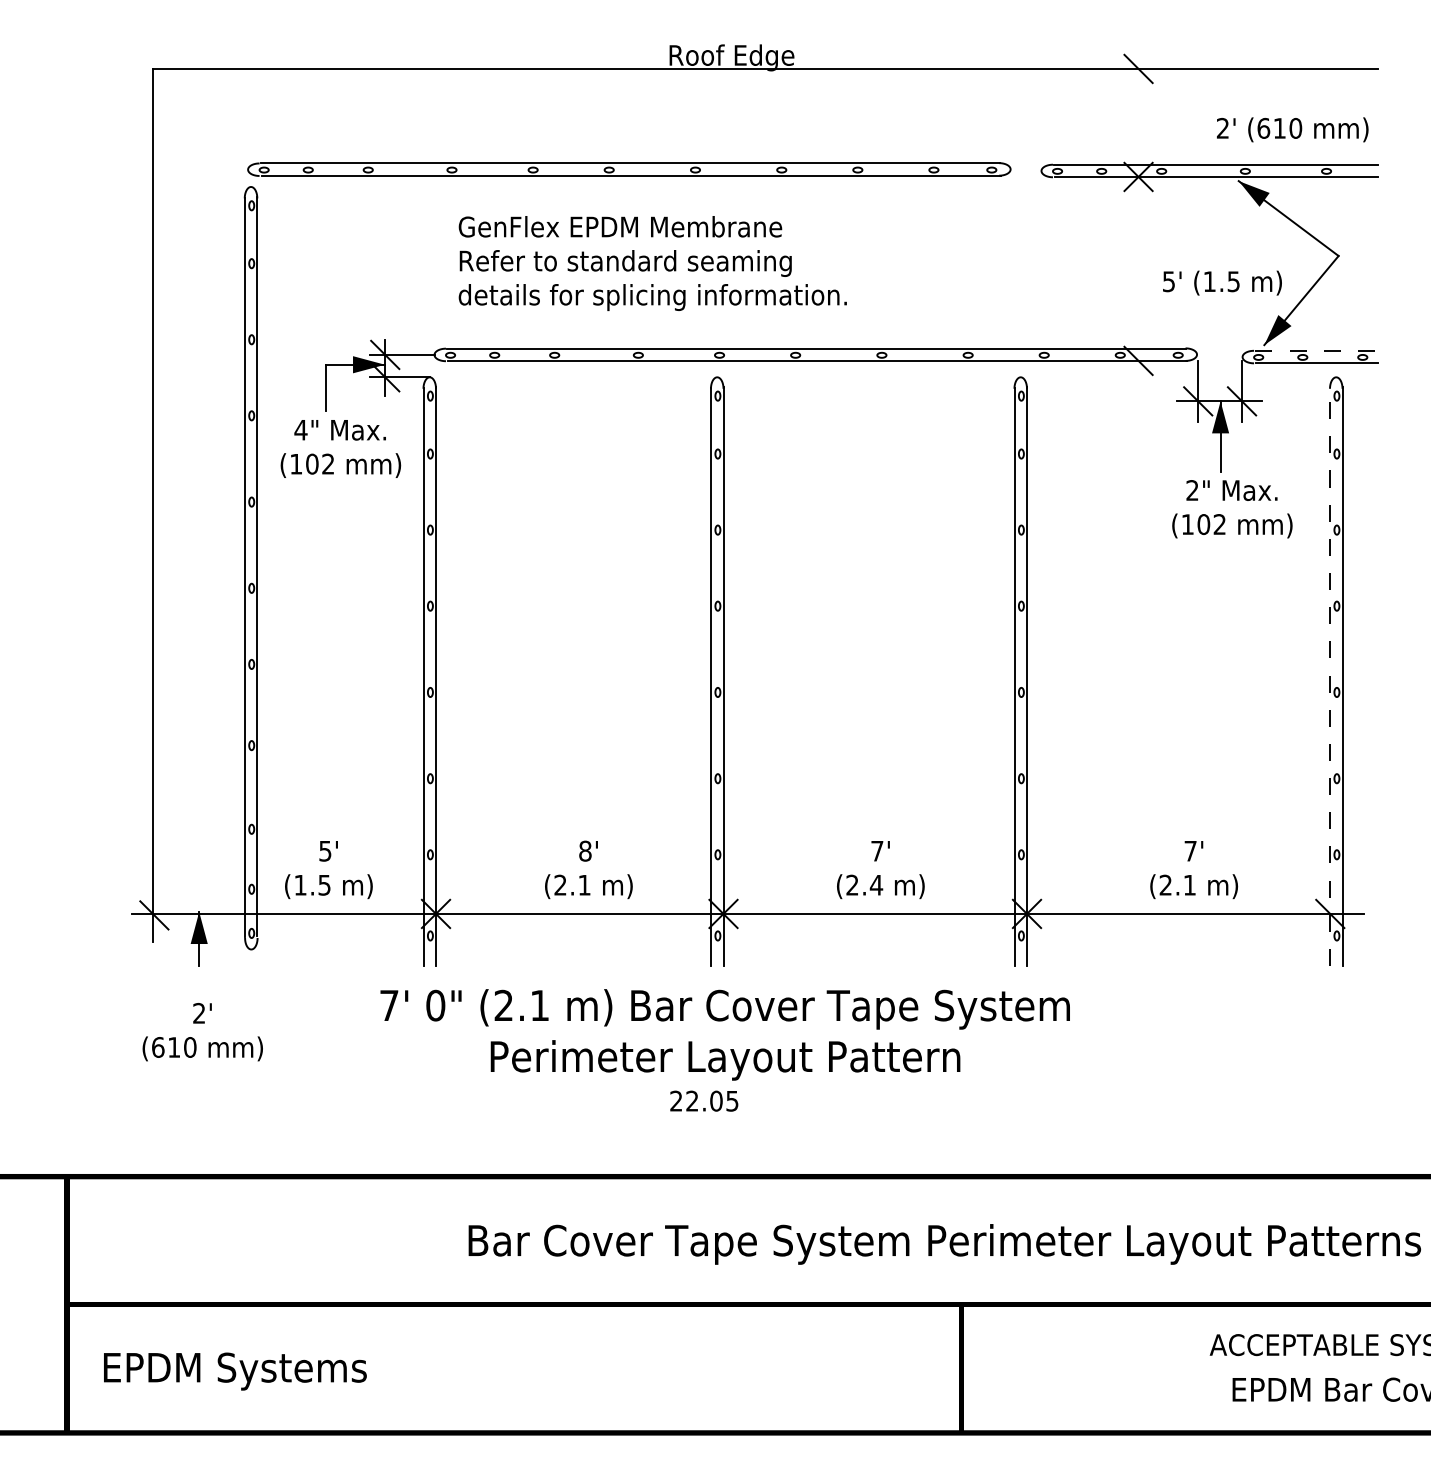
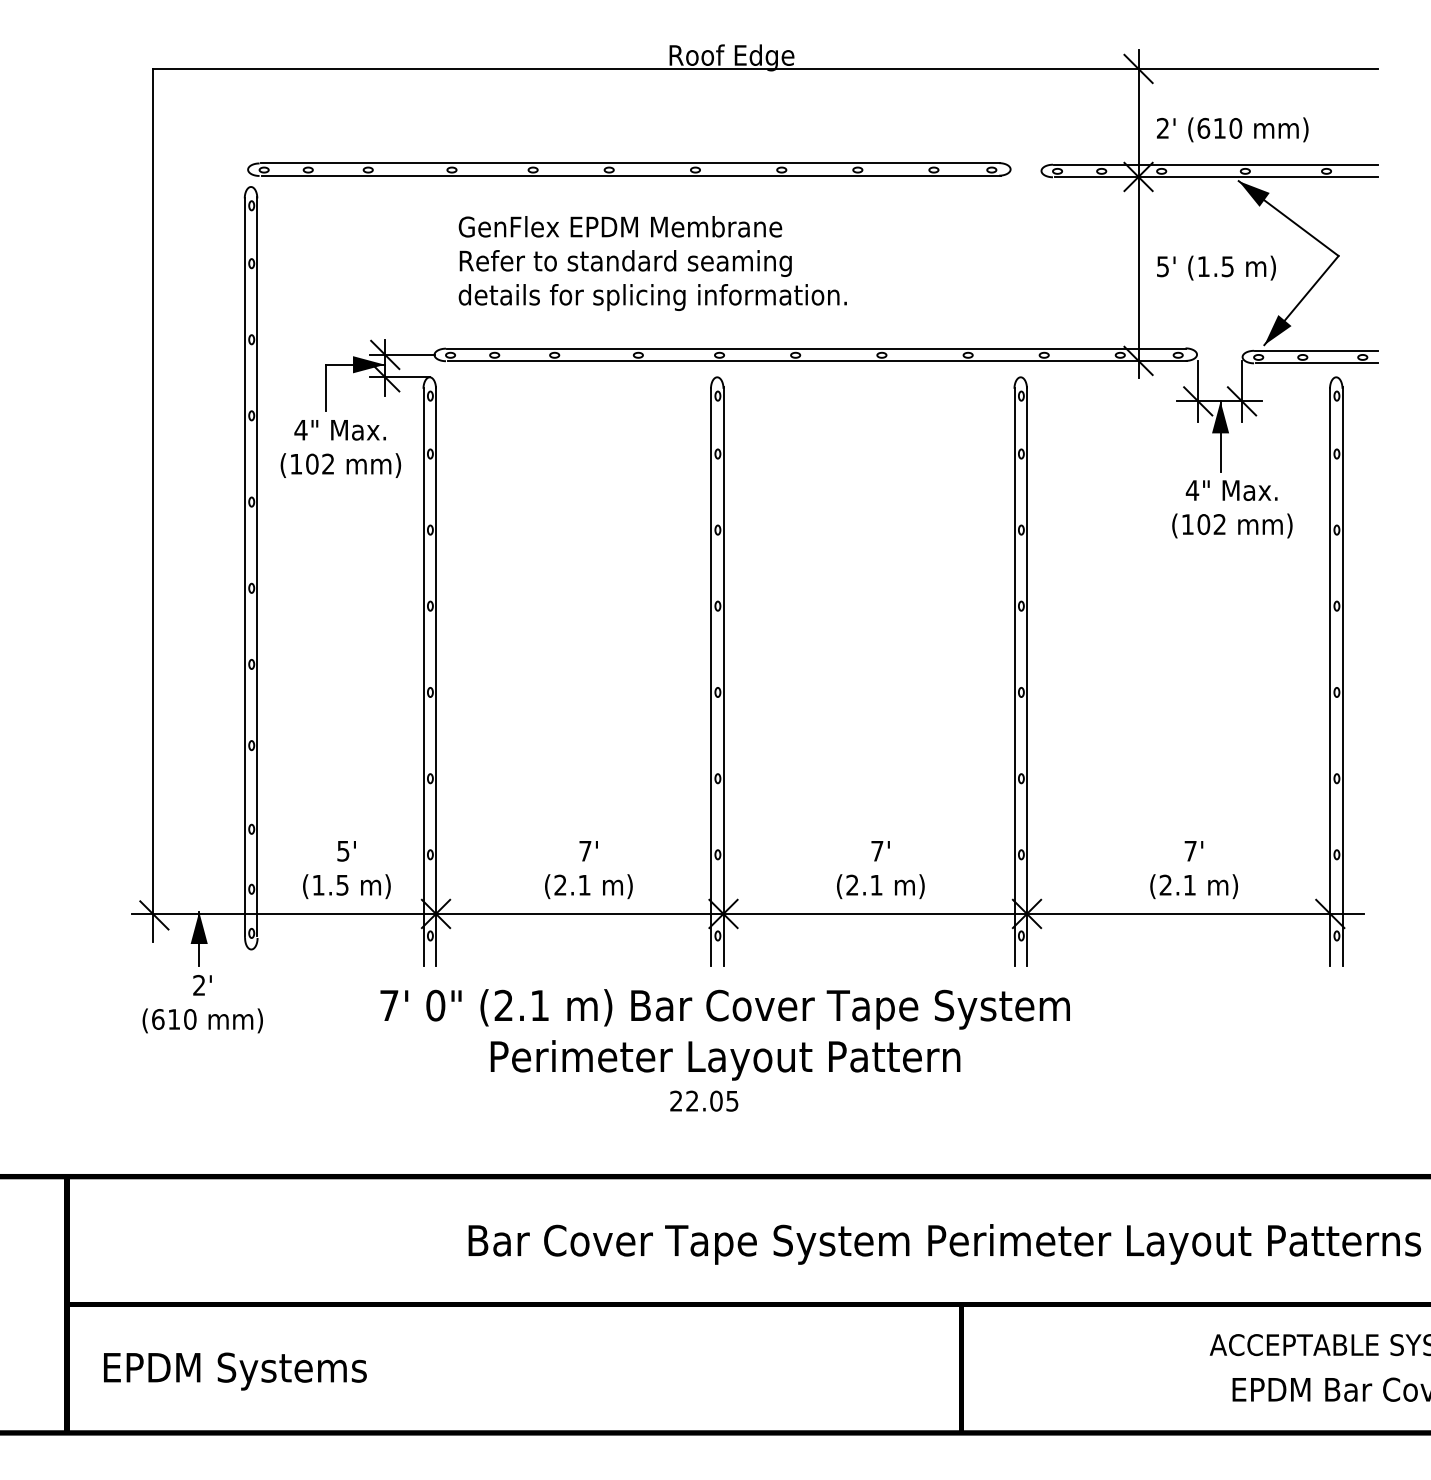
text at (1292, 129) position: (1292, 129) -> (1232, 129)
line at (1138, 214): none -> present
text at (1222, 282) position: (1222, 282) -> (1216, 267)
line at (1316, 350): dashed -> solid
text at (1192, 490): 2" -> 4"
line at (1330, 677): dashed -> solid
text at (585, 850): 8' -> 7'
text at (328, 870) position: (328, 870) -> (346, 870)
text at (876, 885): (2.4 -> (2.1
text at (202, 1032) position: (202, 1032) -> (202, 1004)
